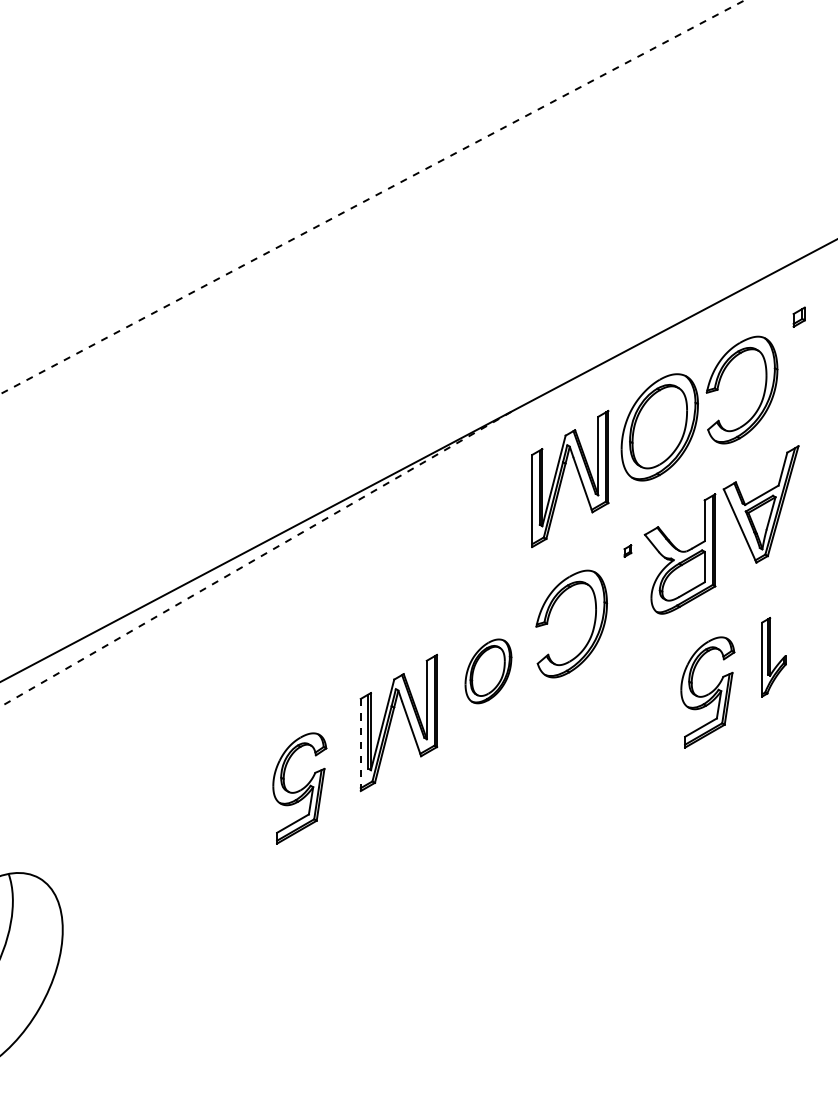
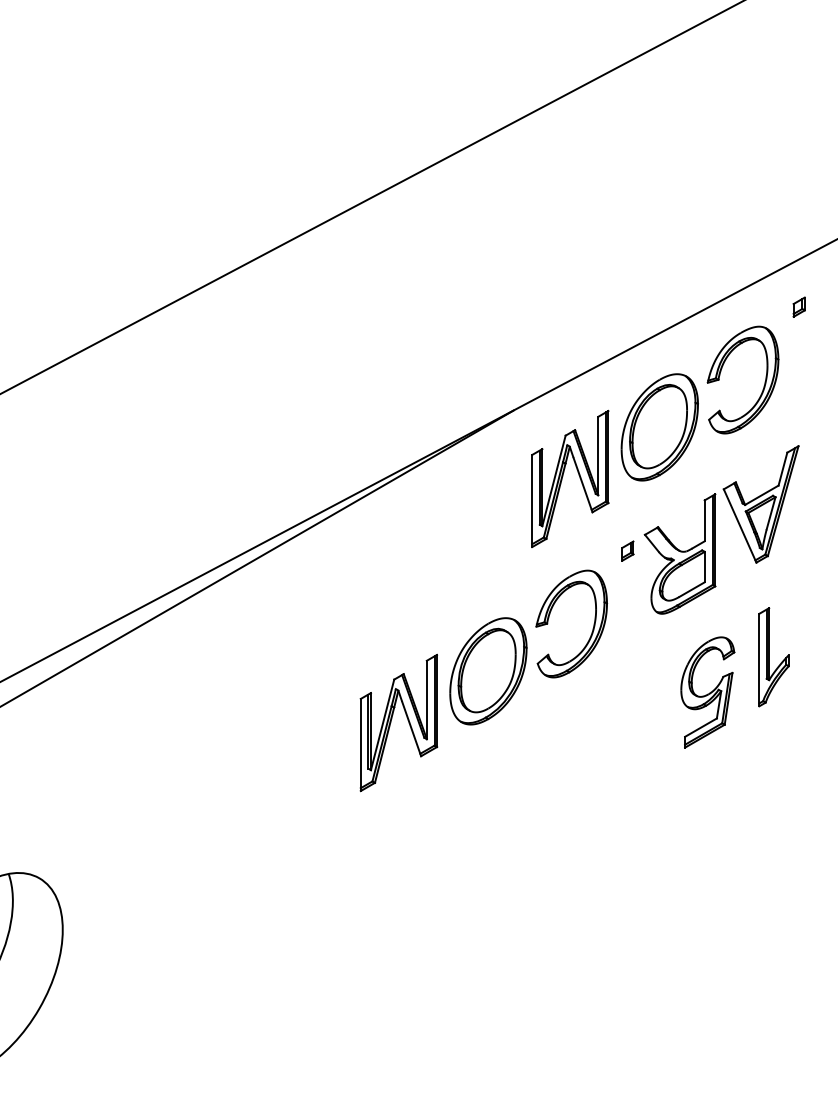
line at (372, 197): dashed -> solid
part at (798, 316) position: (798, 316) -> (798, 306)
part at (763, 391) position: (763, 391) -> (764, 381)
part at (627, 550) size: 10x14 px -> 14x22 px
line at (257, 558): dashed -> solid
part at (773, 657) size: 26x81 px -> 32x101 px
part at (488, 671) size: 49x67 px -> 79x109 px
line at (360, 744): dashed -> solid
part at (299, 788): present -> none
